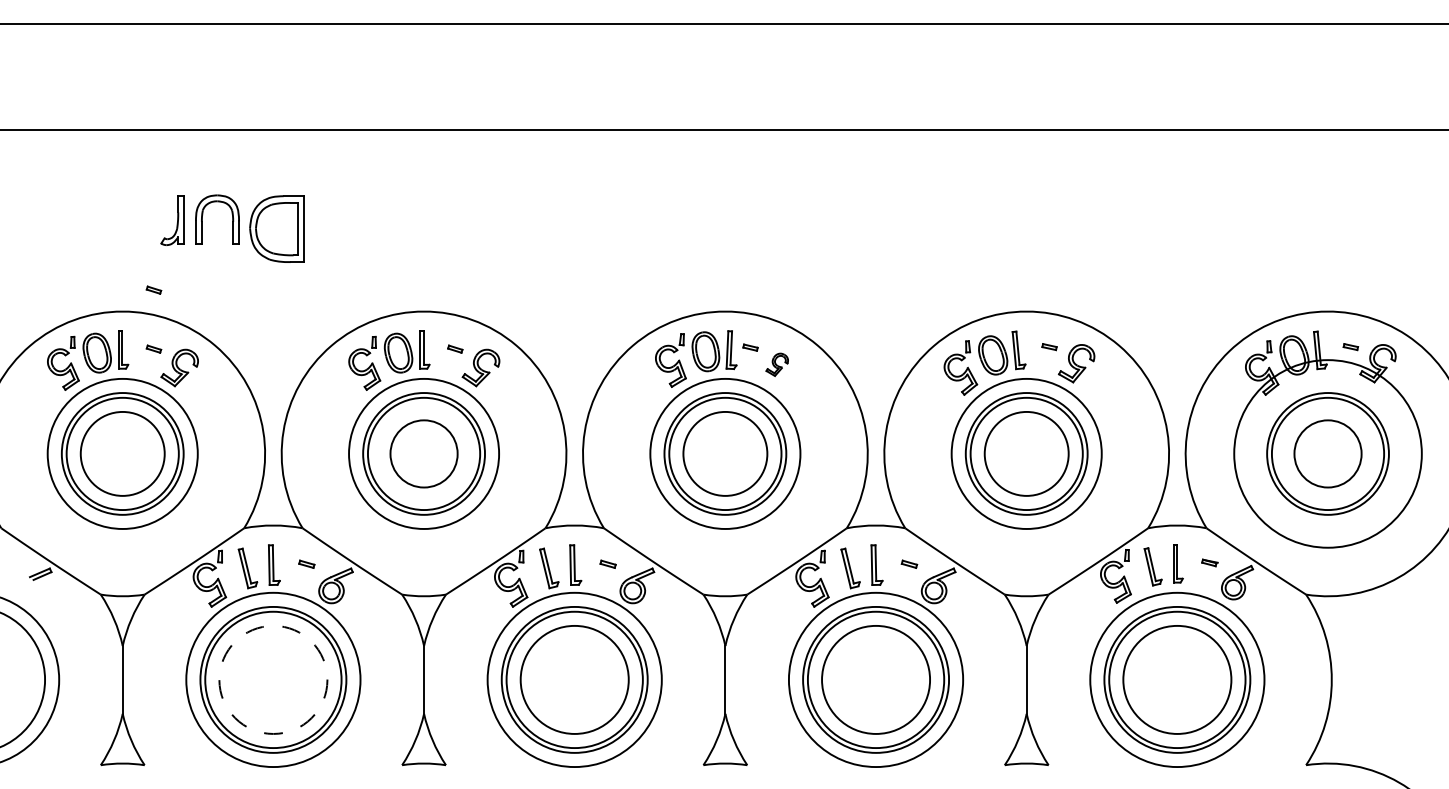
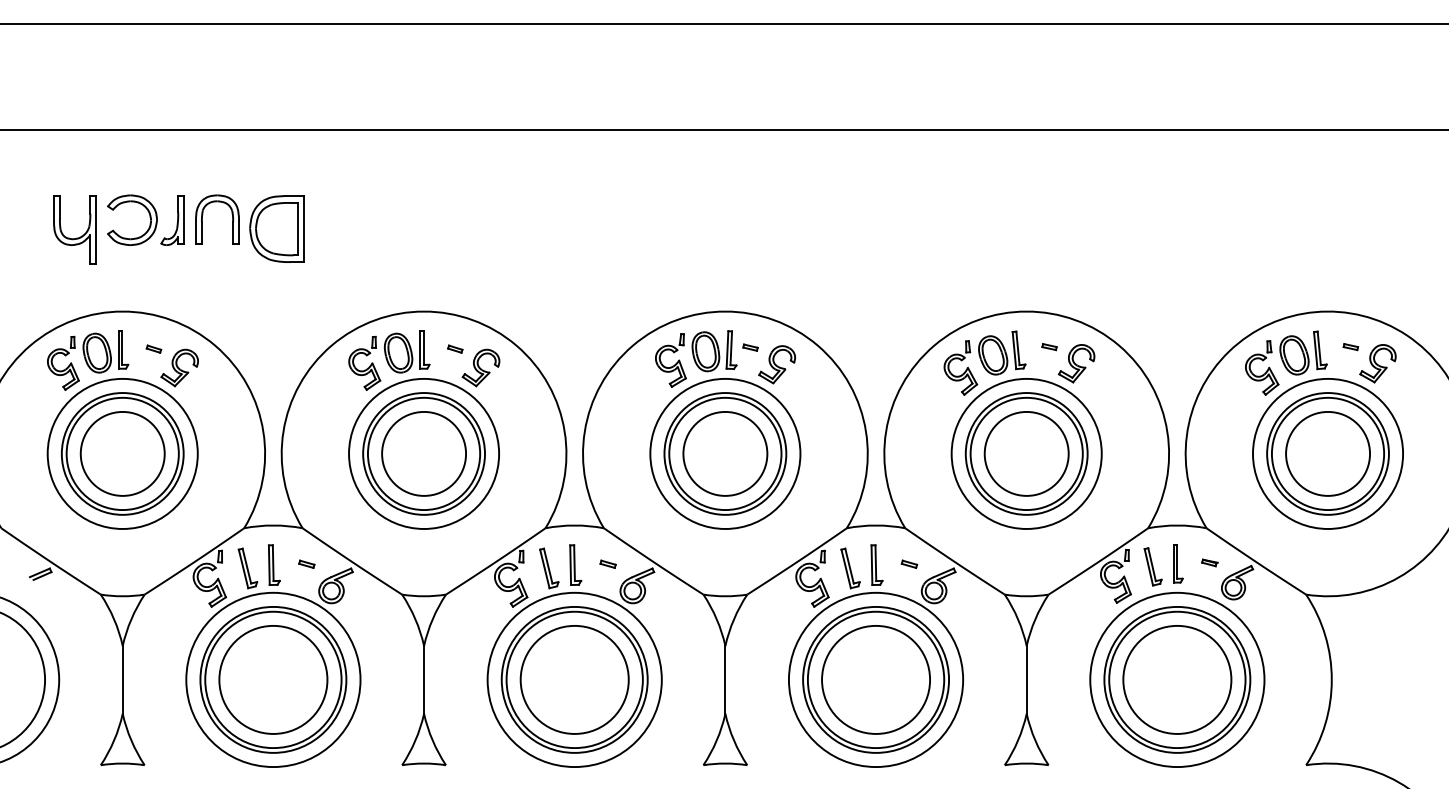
part at (137, 203): none -> present
part at (76, 237): none -> present
part at (153, 289): present -> none
part at (776, 364) size: 24x25 px -> 39x40 px
circle at (423, 453) diameter: 67 px -> 84 px
circle at (1327, 453) diameter: 188 px -> 150 px
circle at (1327, 453) diameter: 67 px -> 84 px
circle at (273, 679): dashed -> solid
